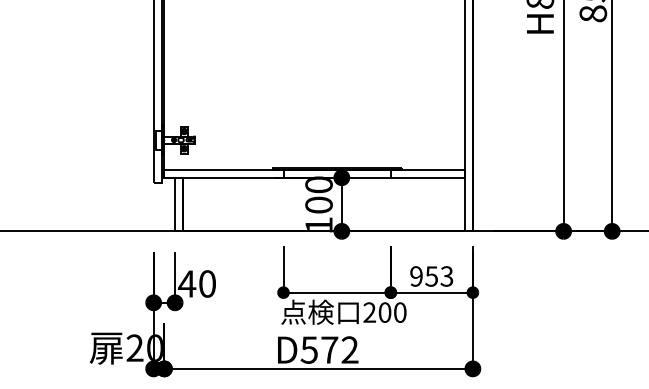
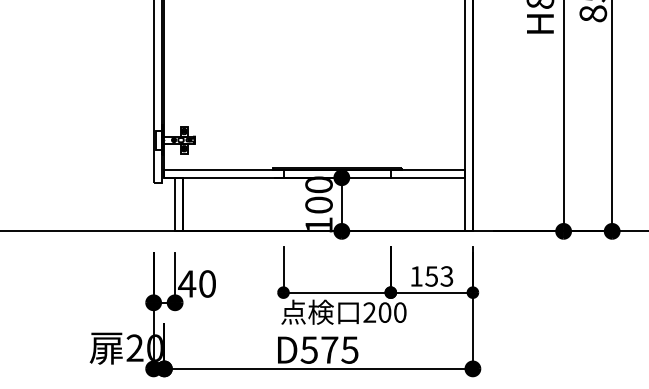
text at (416, 276): 953 -> 153
text at (349, 349): D572 -> D575
